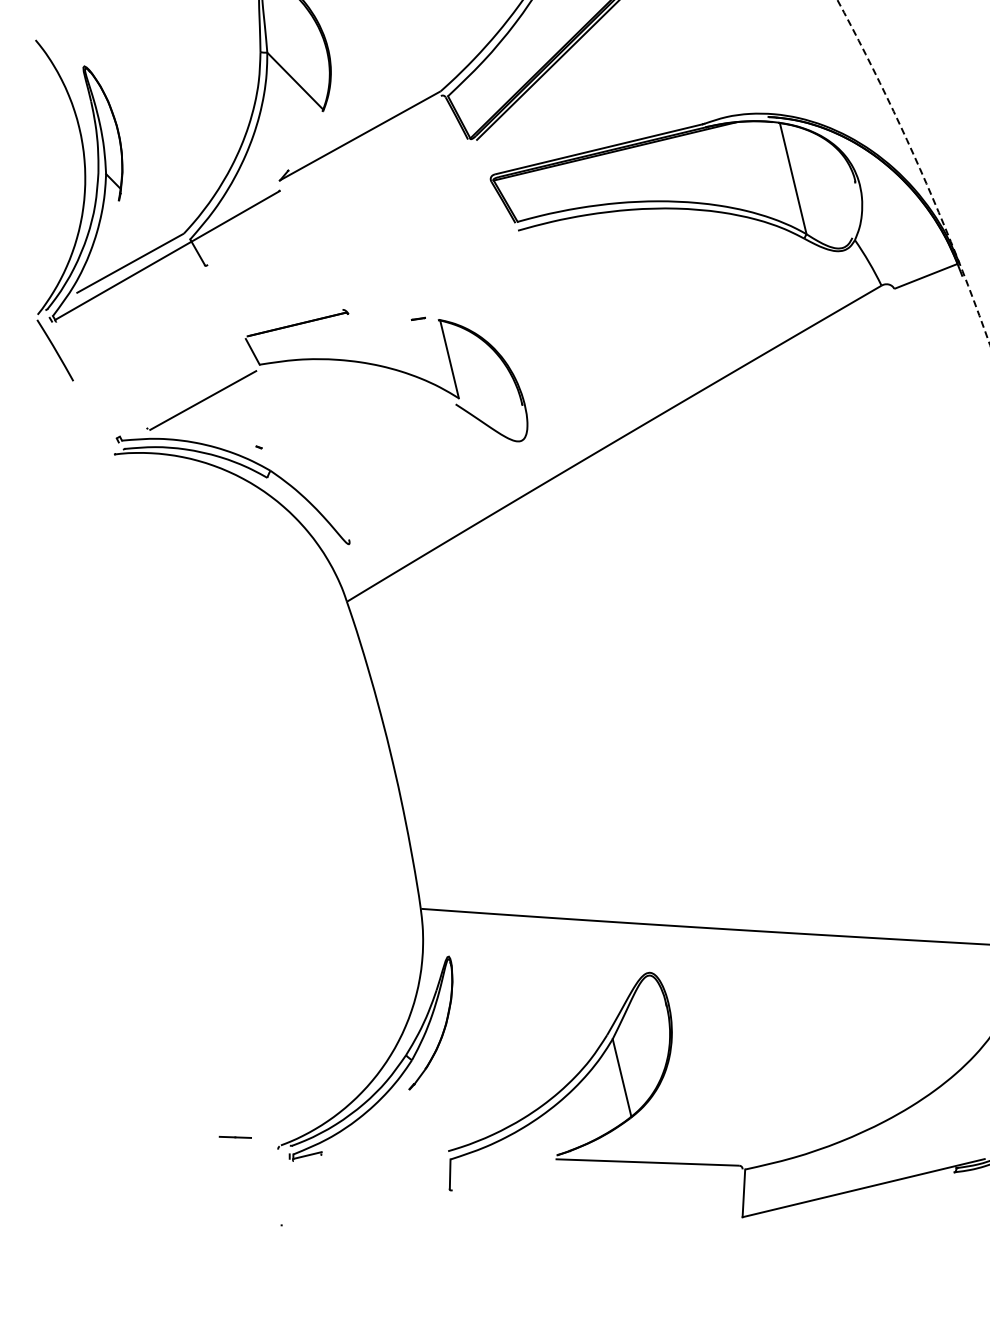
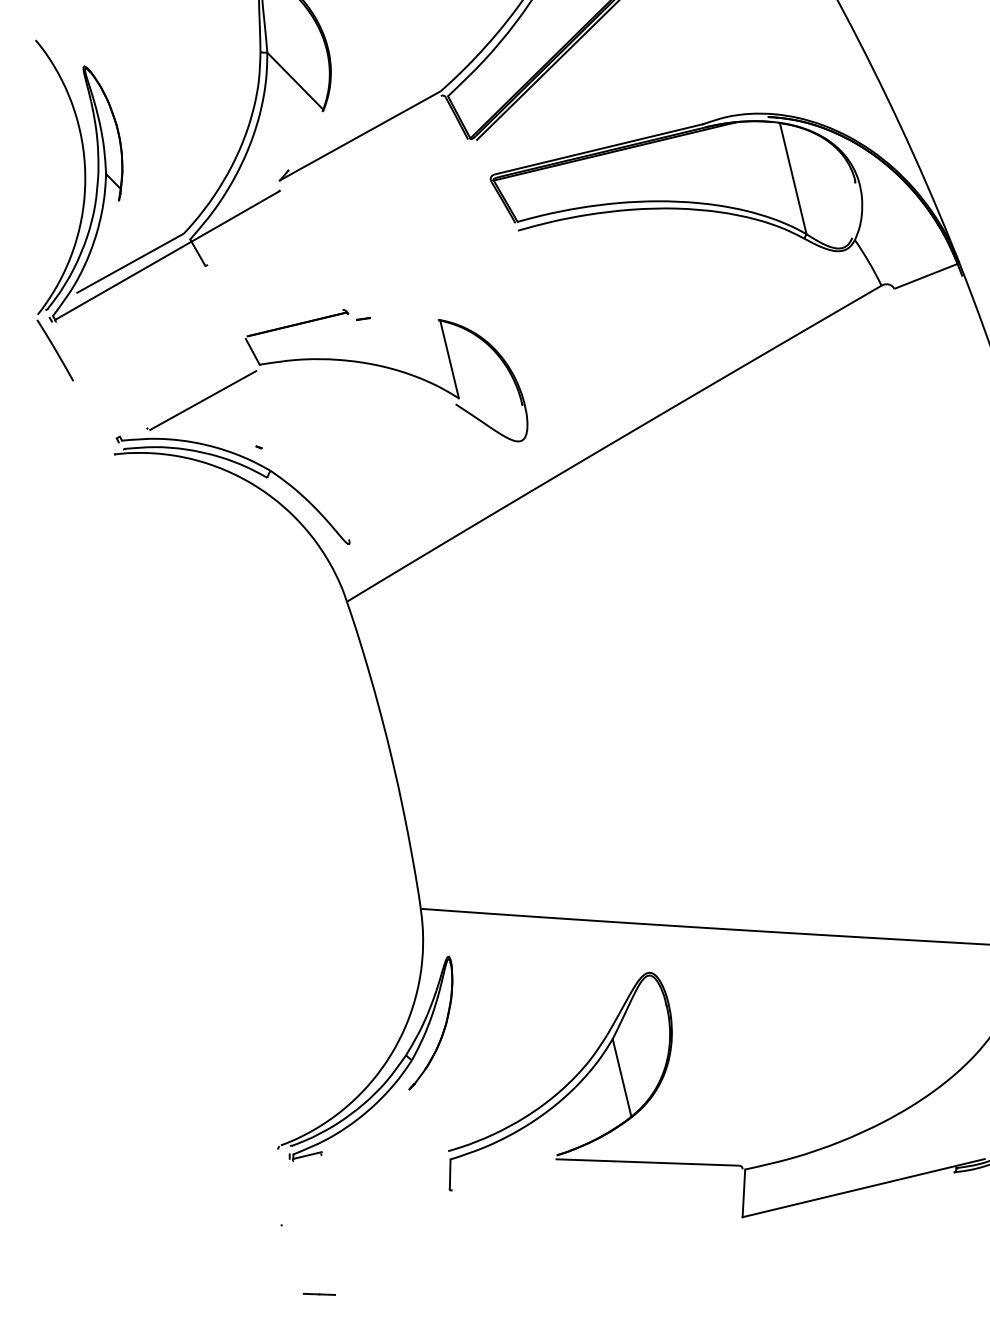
arc at (919, 168): dashed -> solid
line at (417, 318) position: (417, 318) -> (362, 318)
line at (234, 1137) position: (234, 1137) -> (318, 1294)
